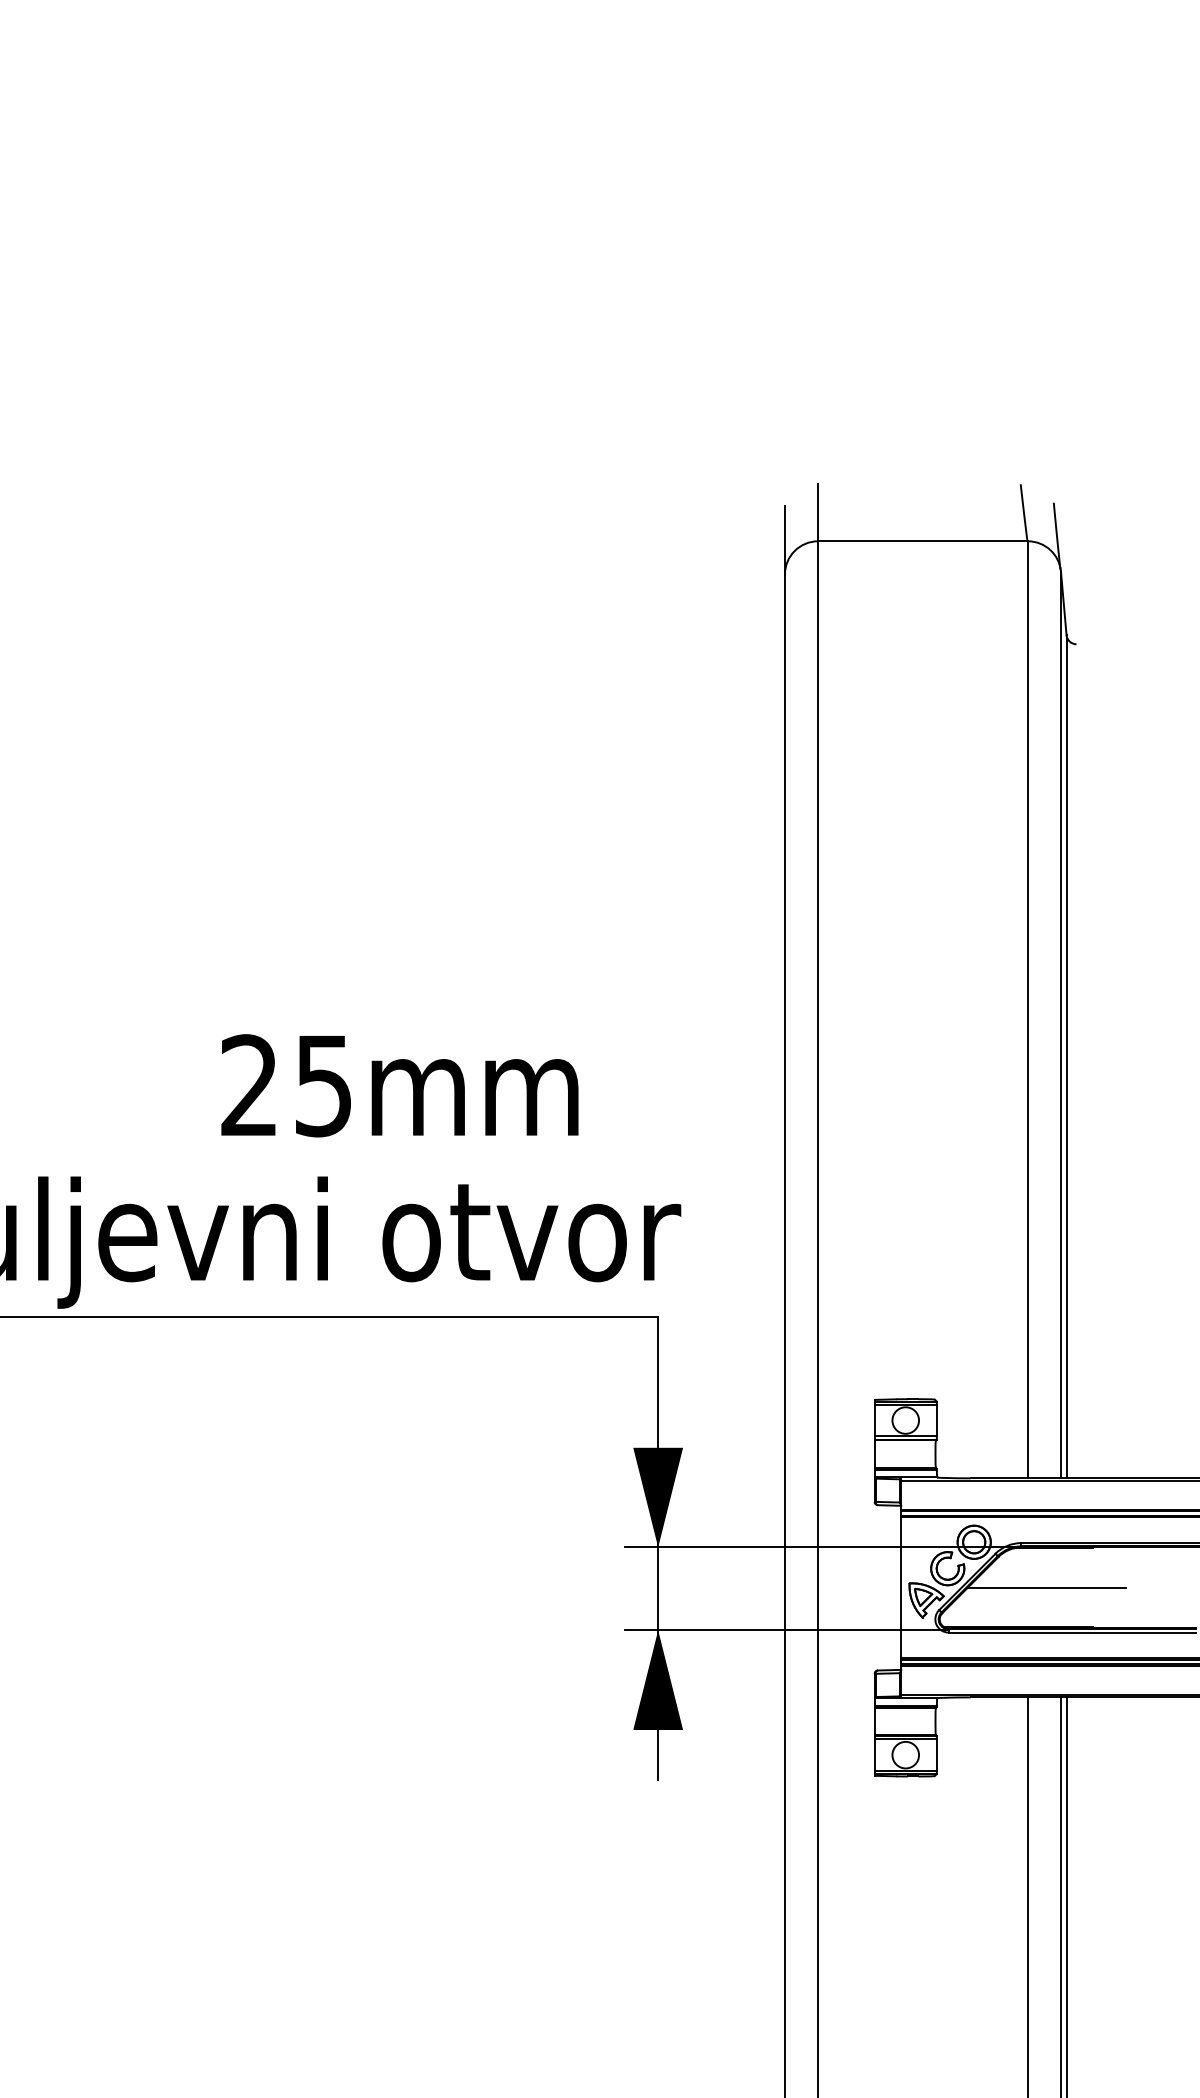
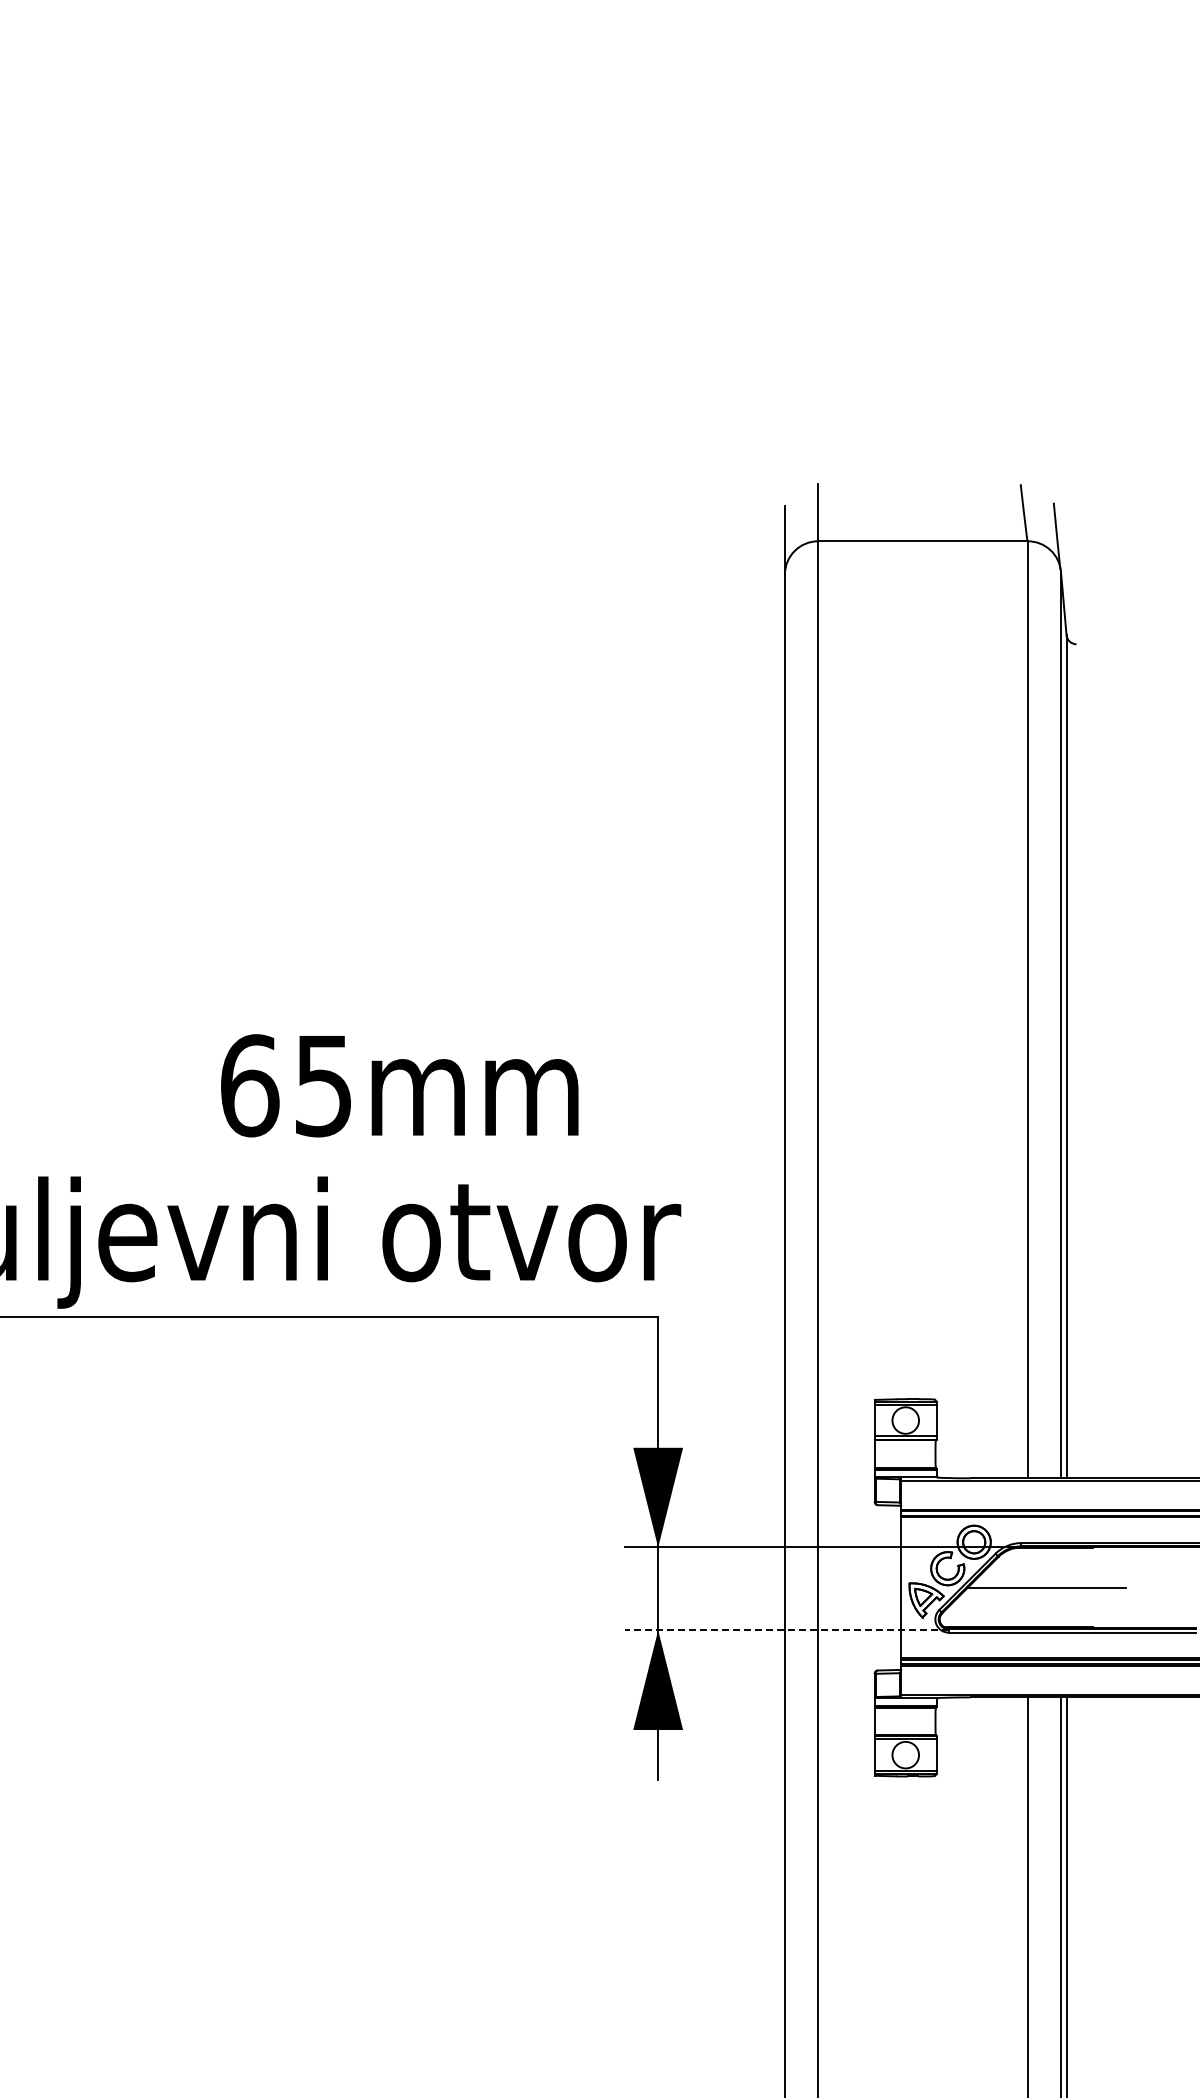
text at (250, 1085): 25mm -> 65mm
line at (786, 1630): solid -> dashed
